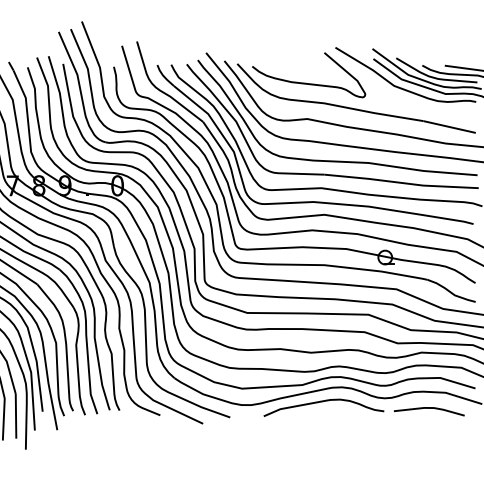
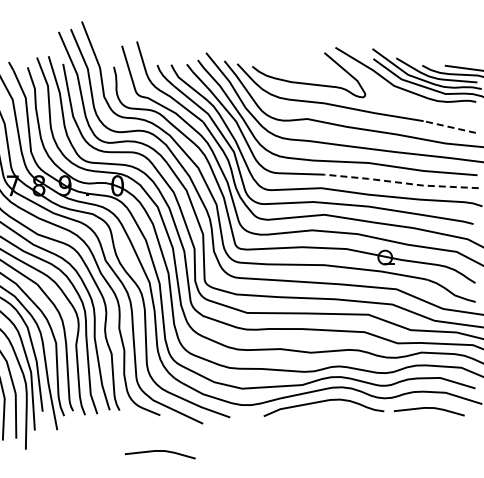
line at (449, 127): solid -> dashed
line at (400, 182): solid -> dashed
curve at (159, 451): none -> present
